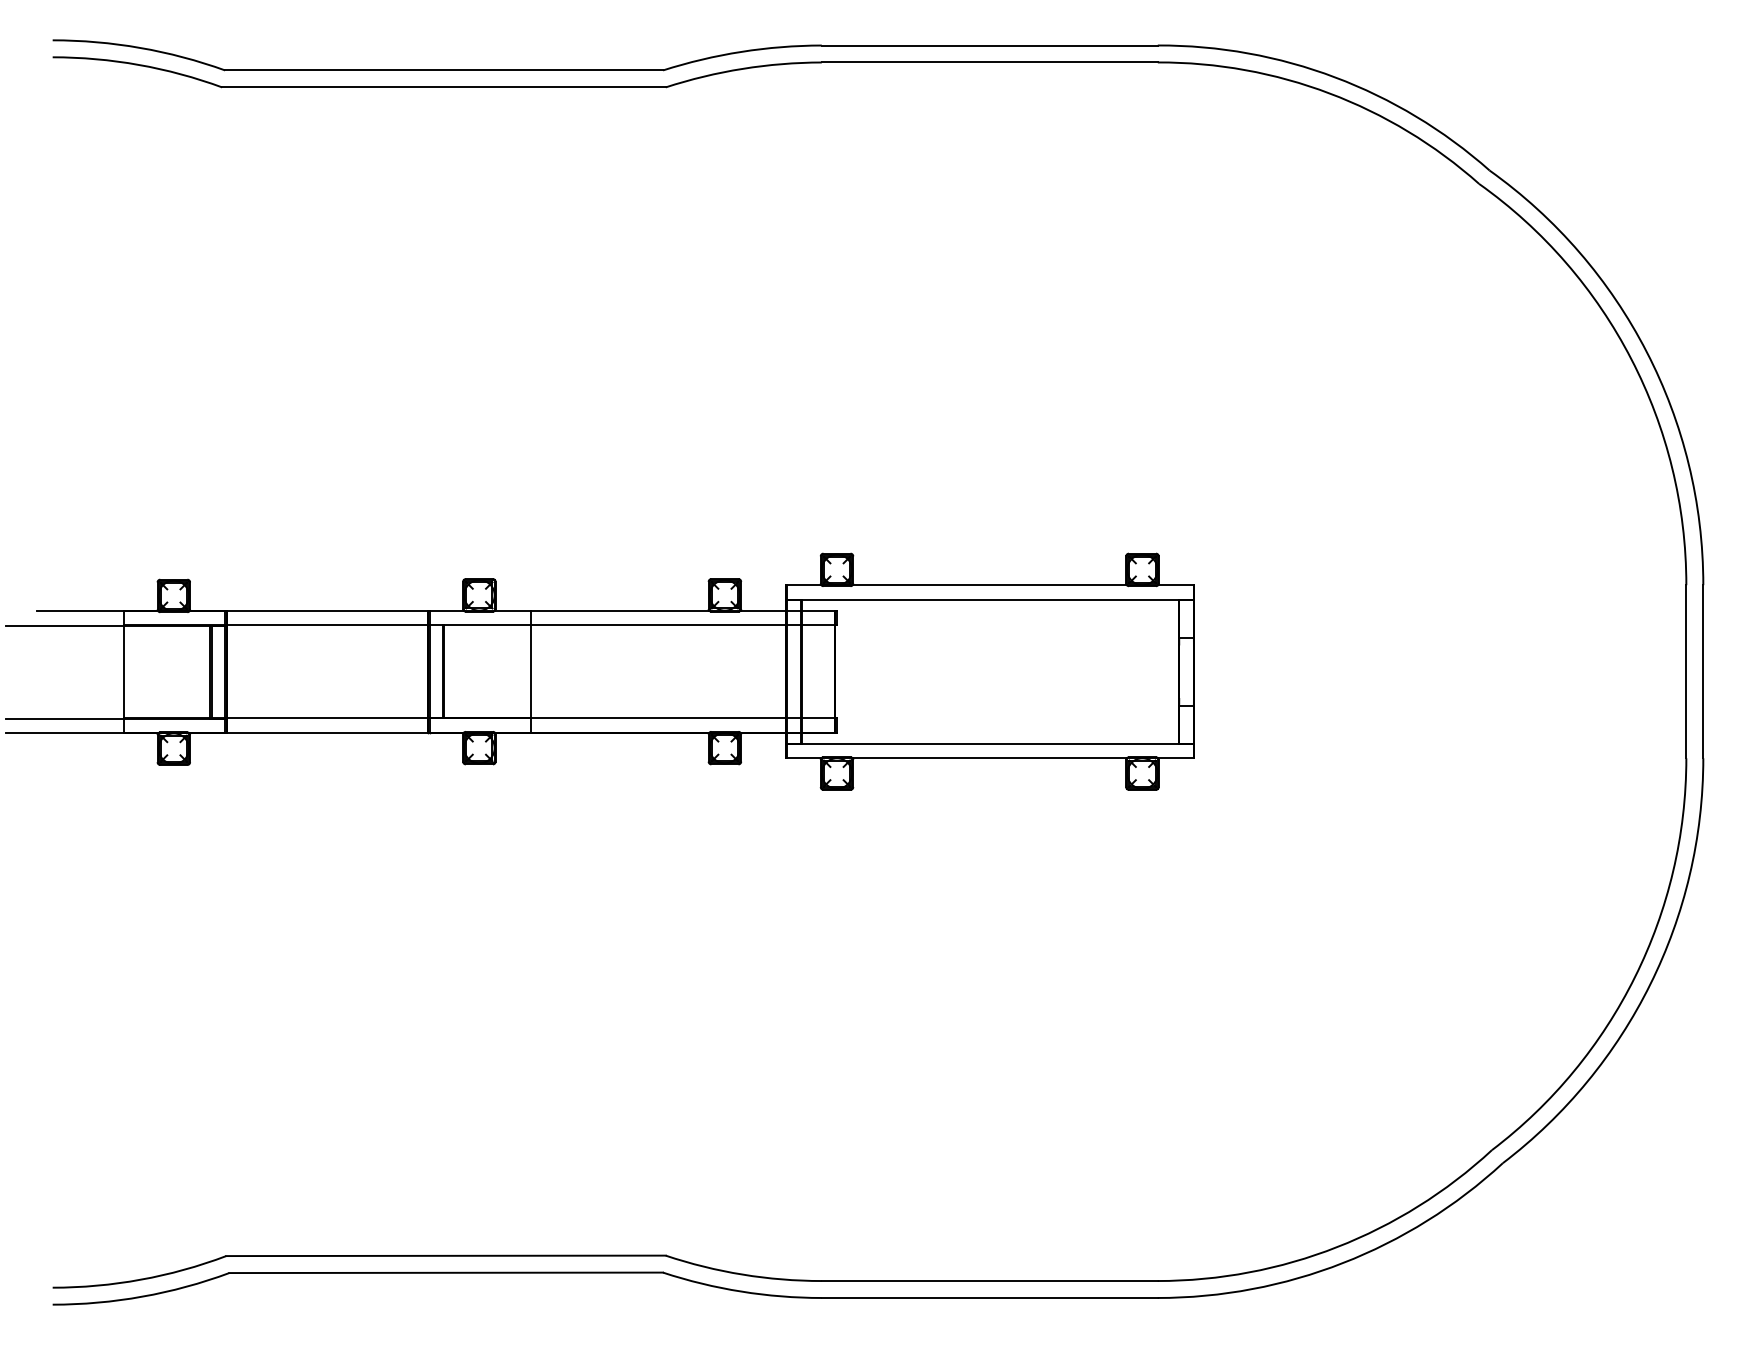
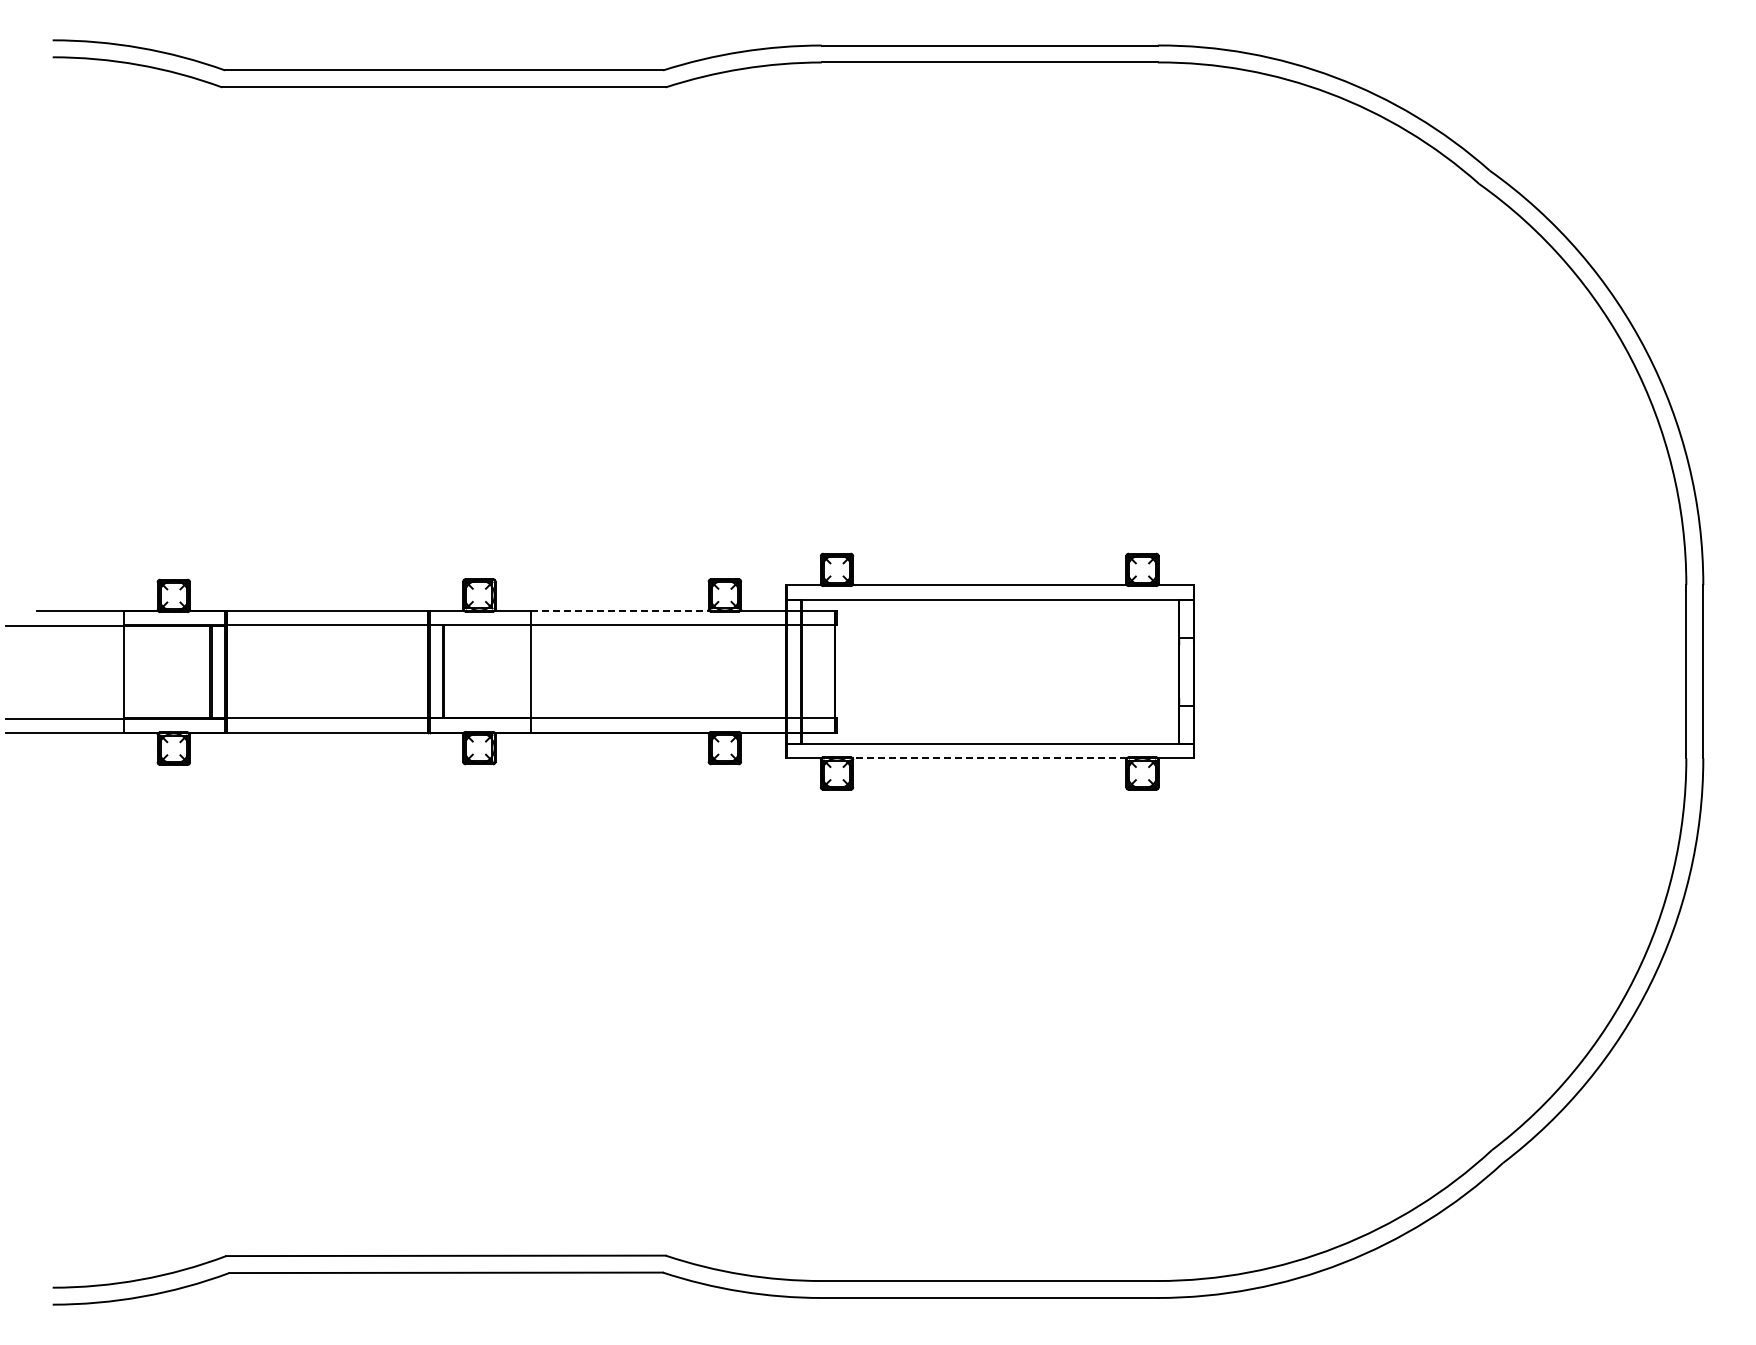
line at (620, 610): solid -> dashed
line at (989, 758): solid -> dashed
